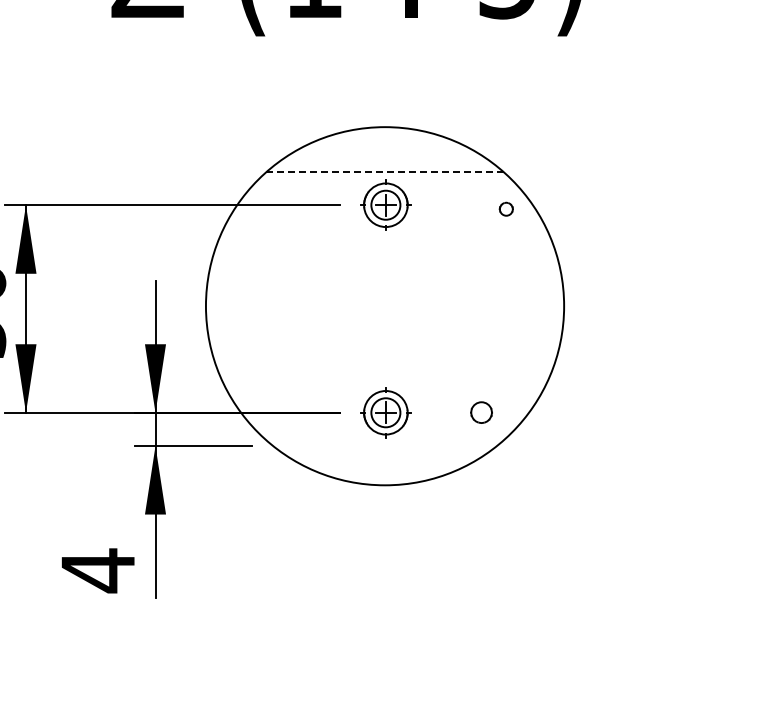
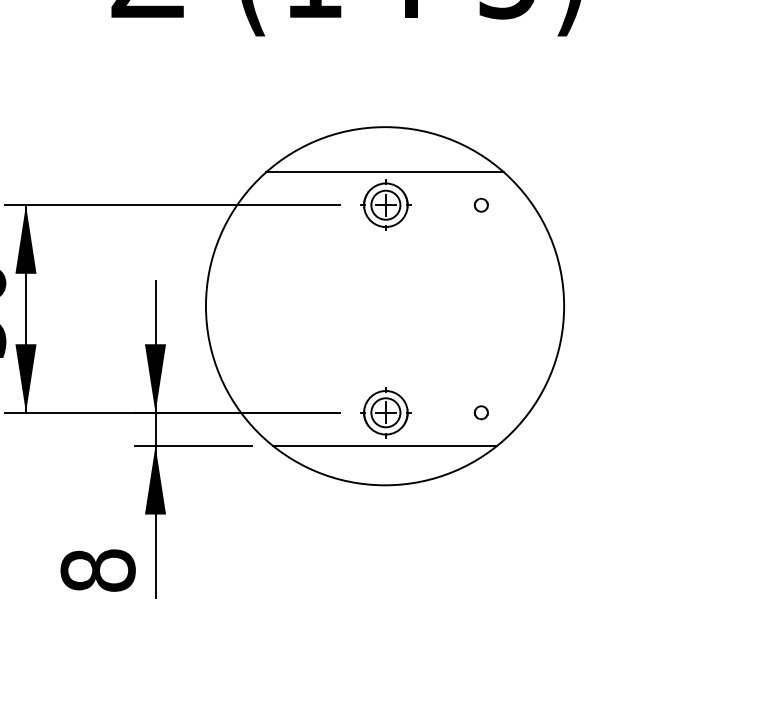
line at (385, 172): dashed -> solid
part at (505, 208) position: (505, 208) -> (480, 204)
part at (481, 412) size: 23x23 px -> 16x16 px
line at (385, 446): none -> present
text at (97, 570): 4 -> 8
